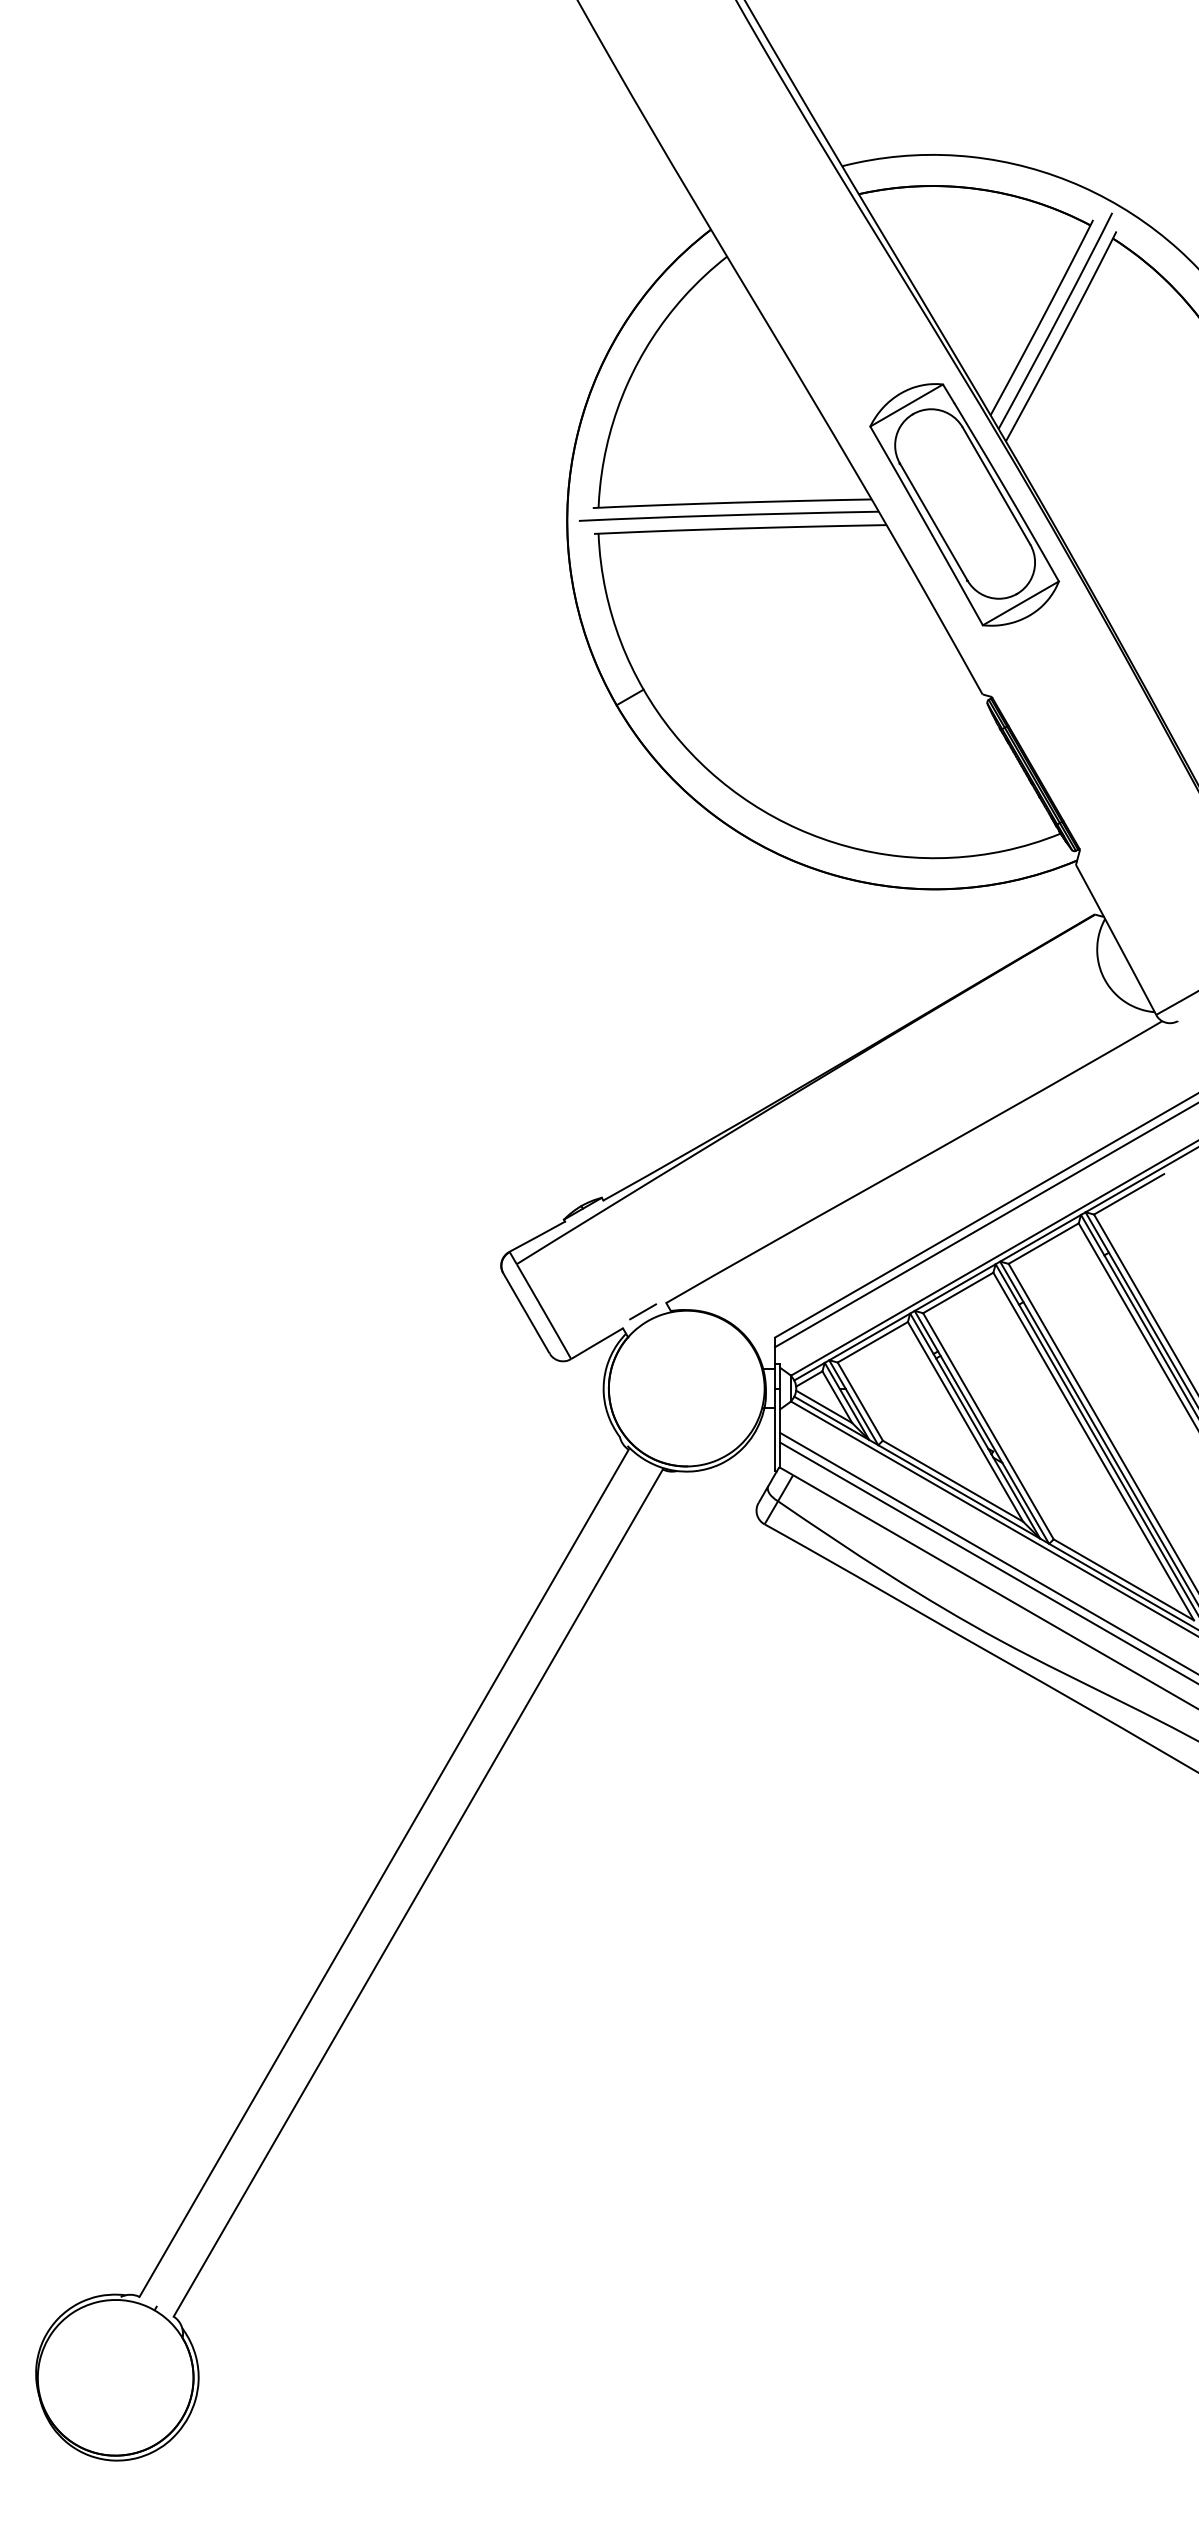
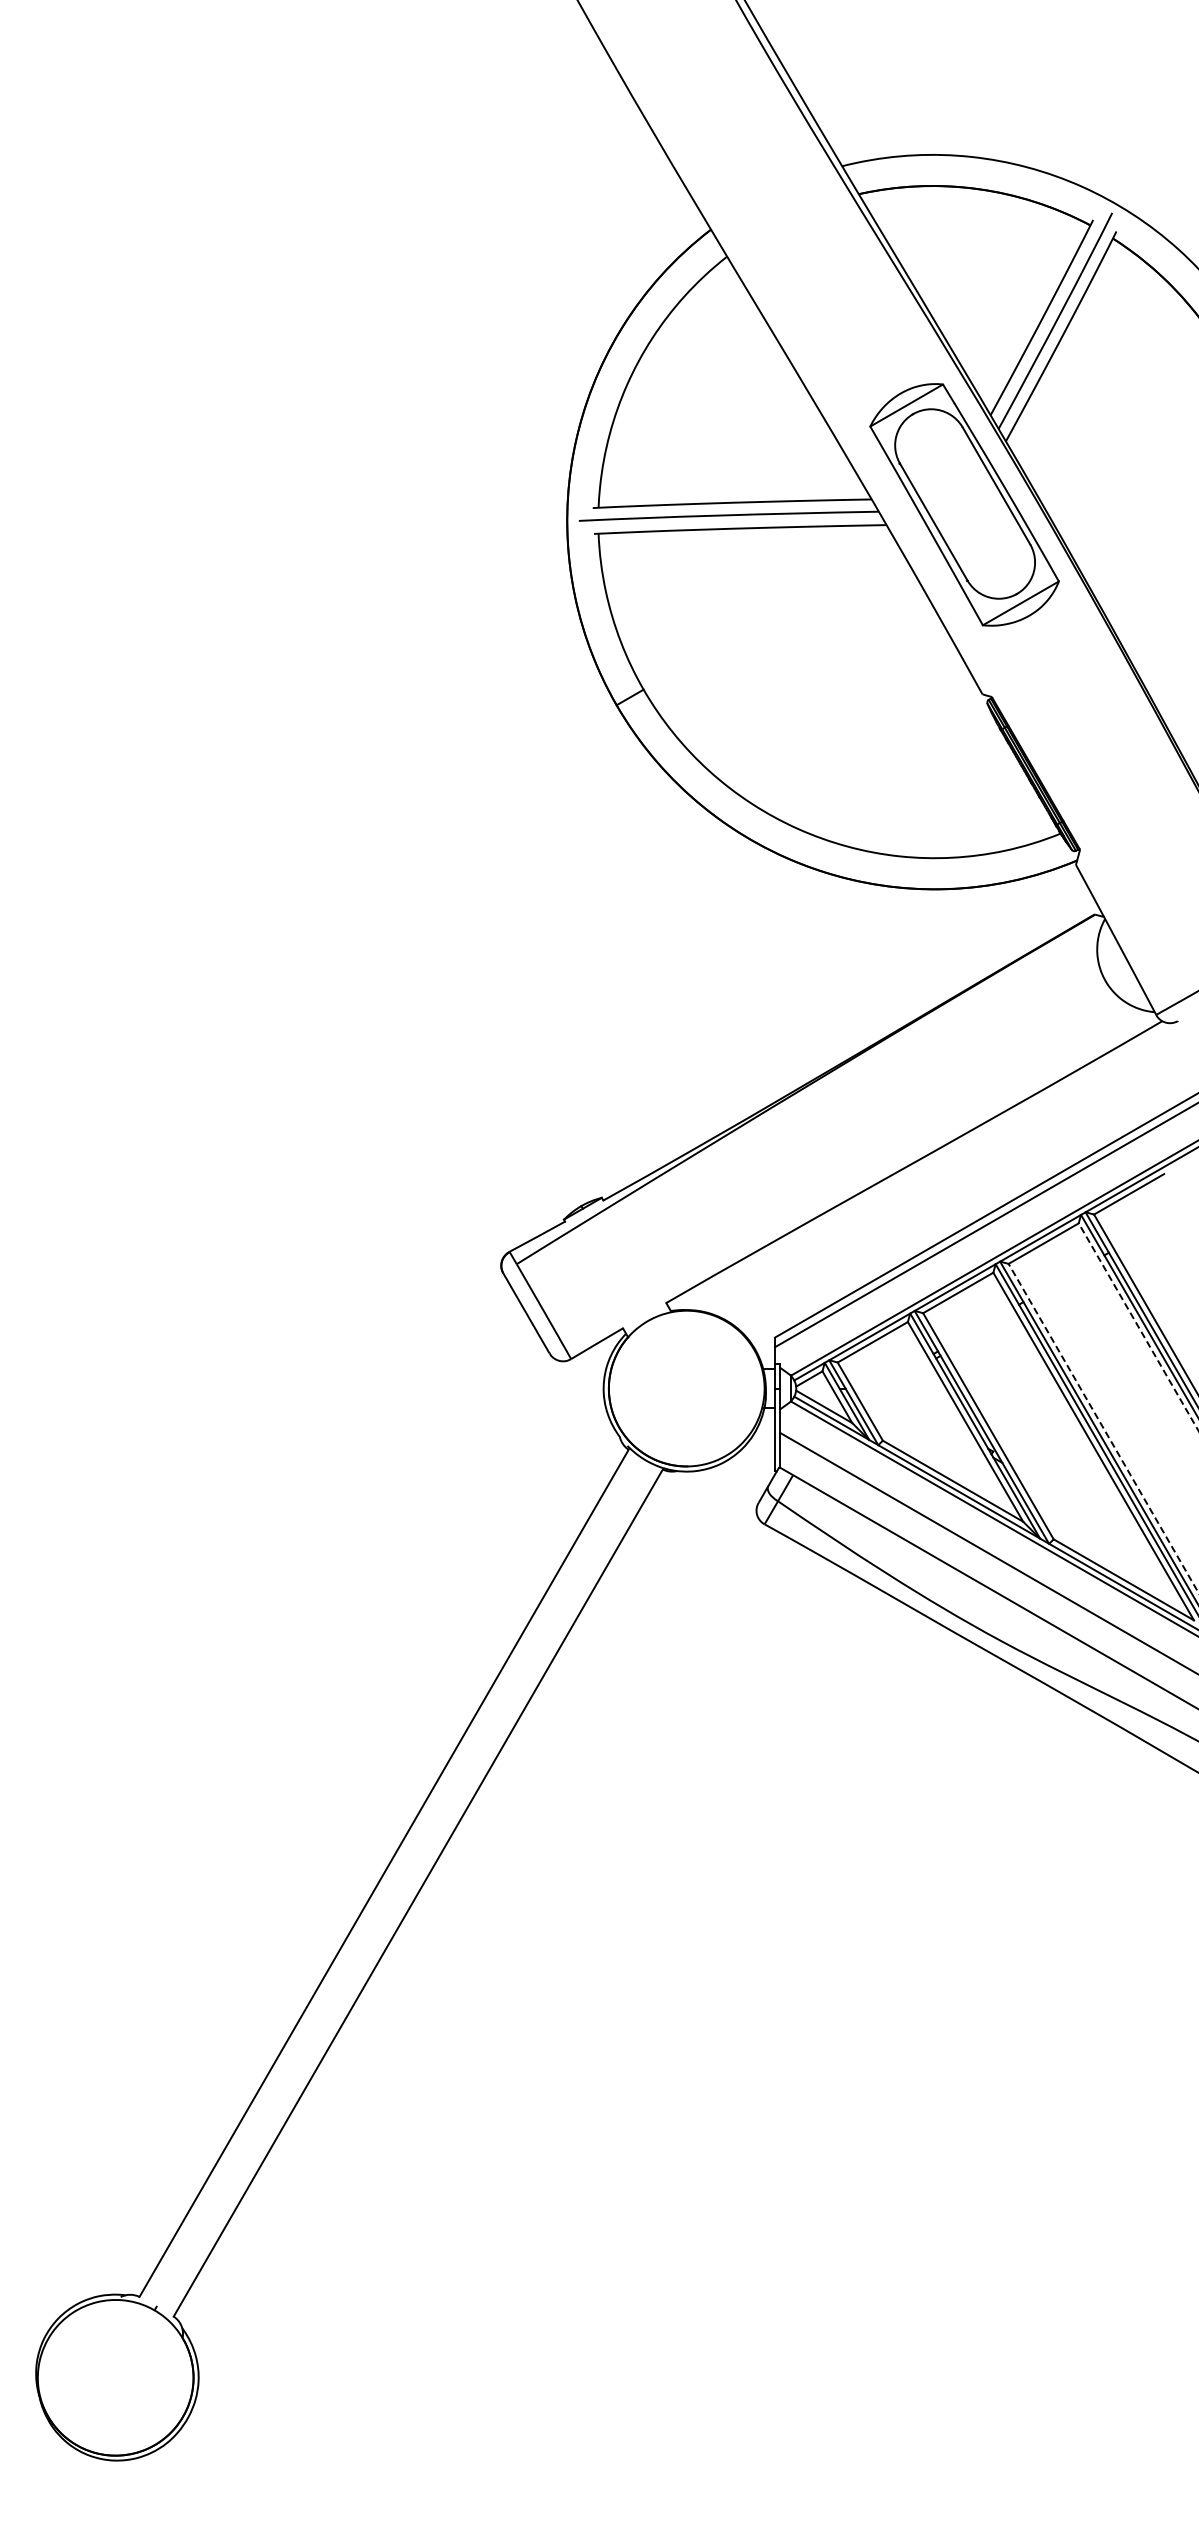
line at (643, 1311): present -> none
line at (1138, 1327): solid -> dashed
line at (1103, 1428): solid -> dashed
line at (987, 1562): present -> none
